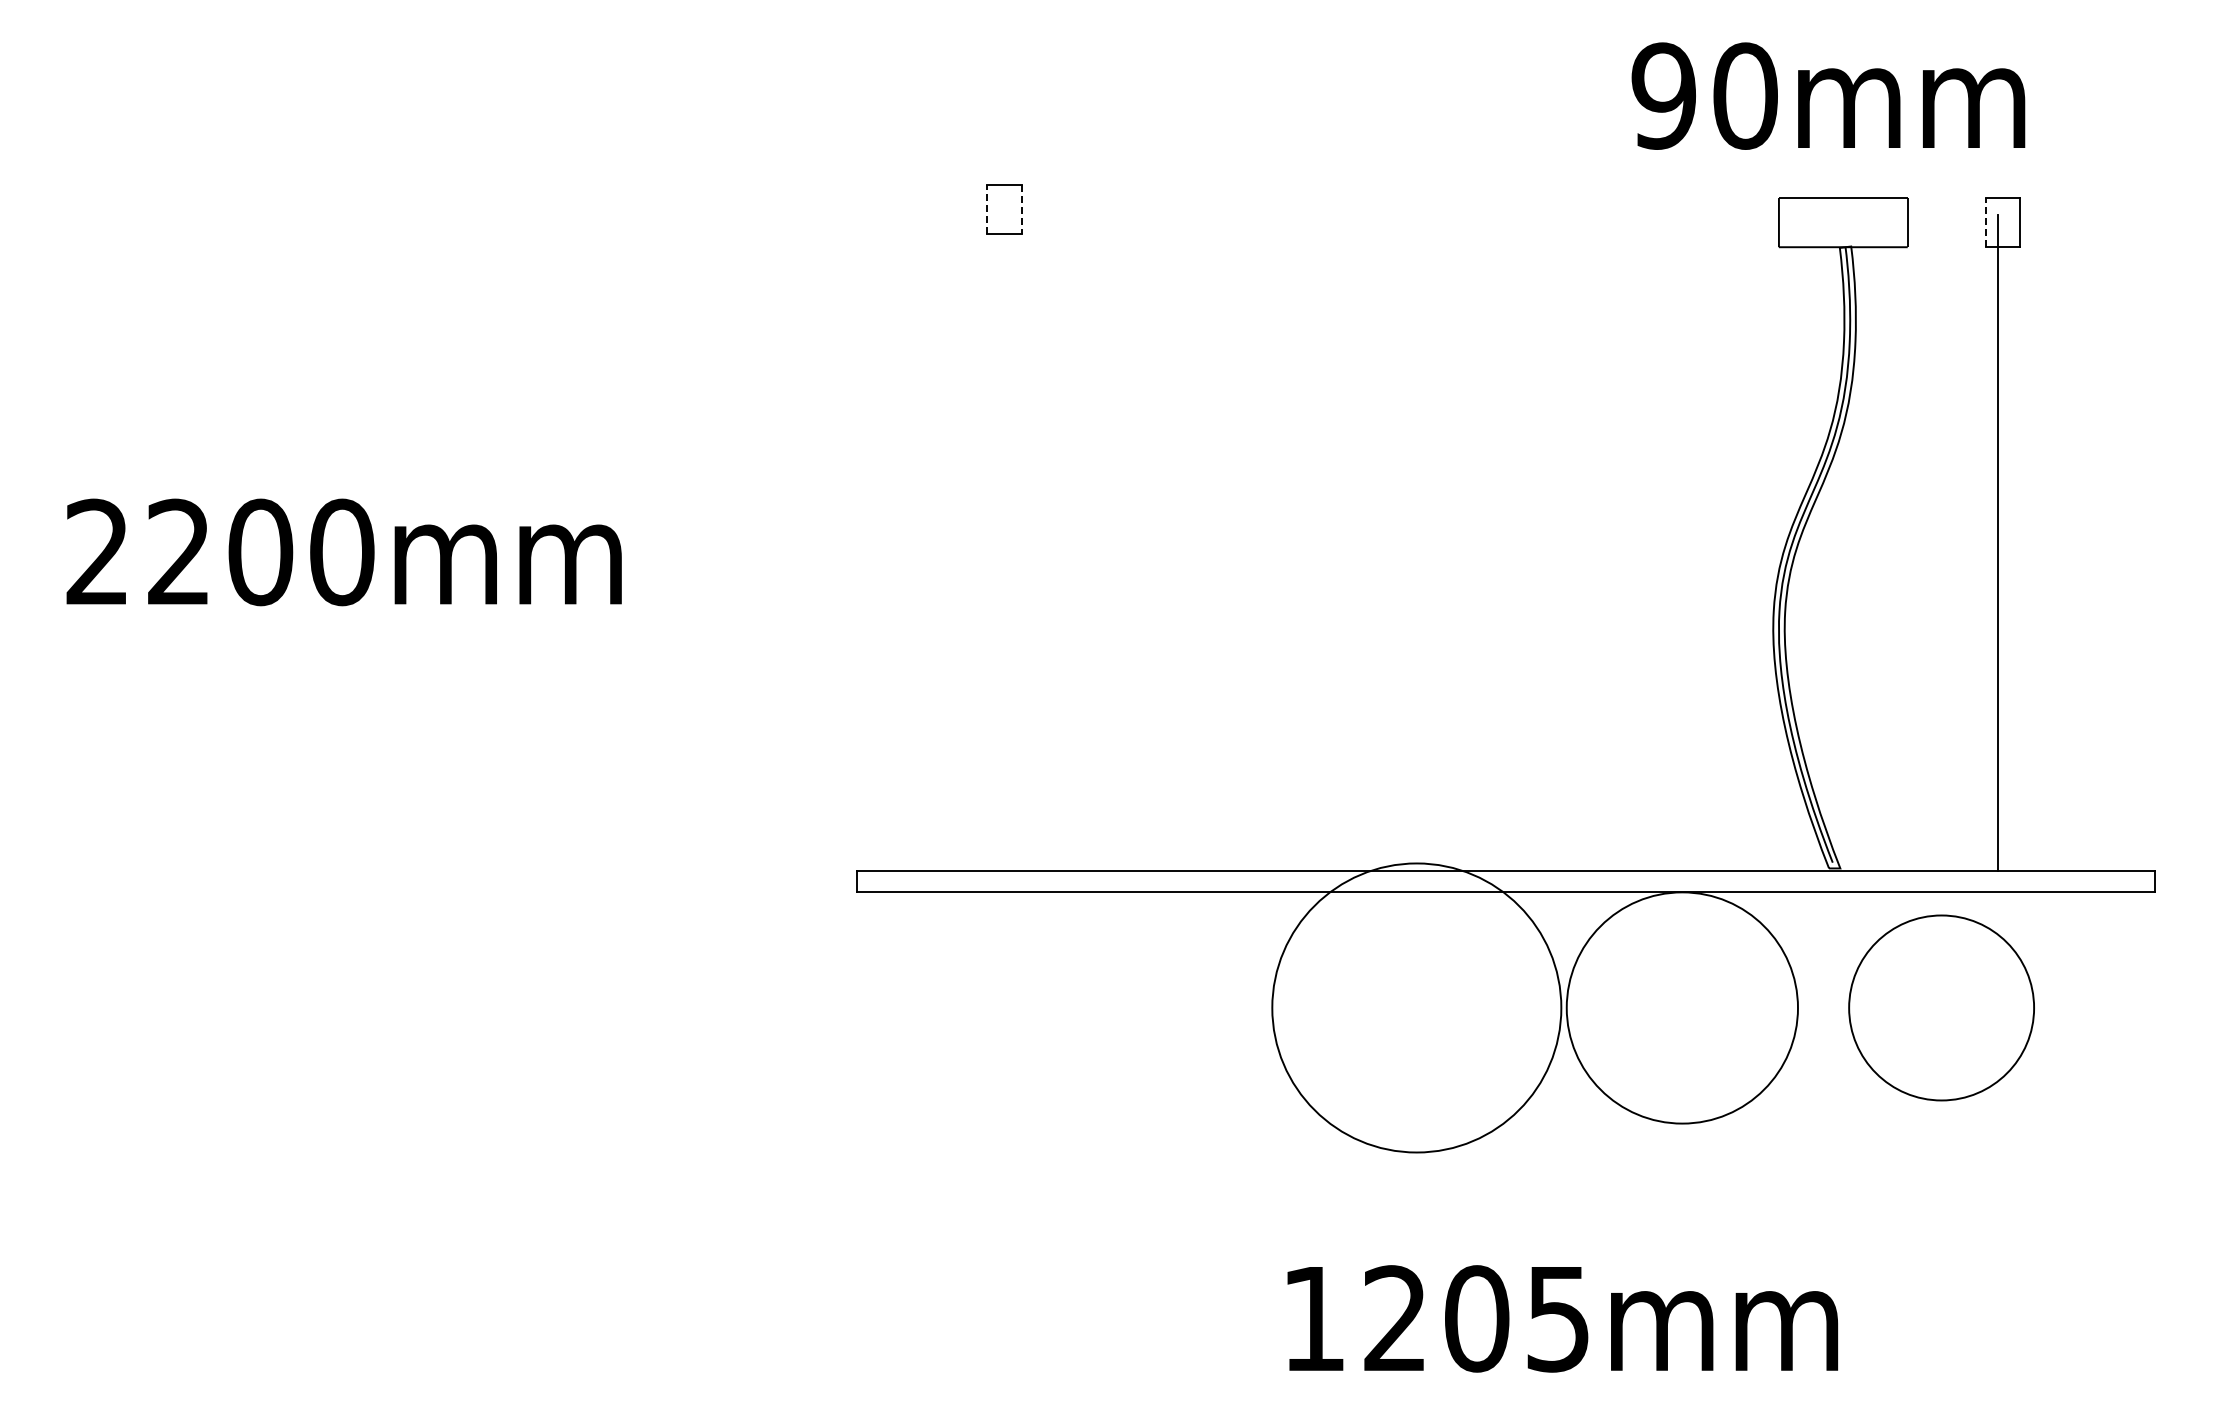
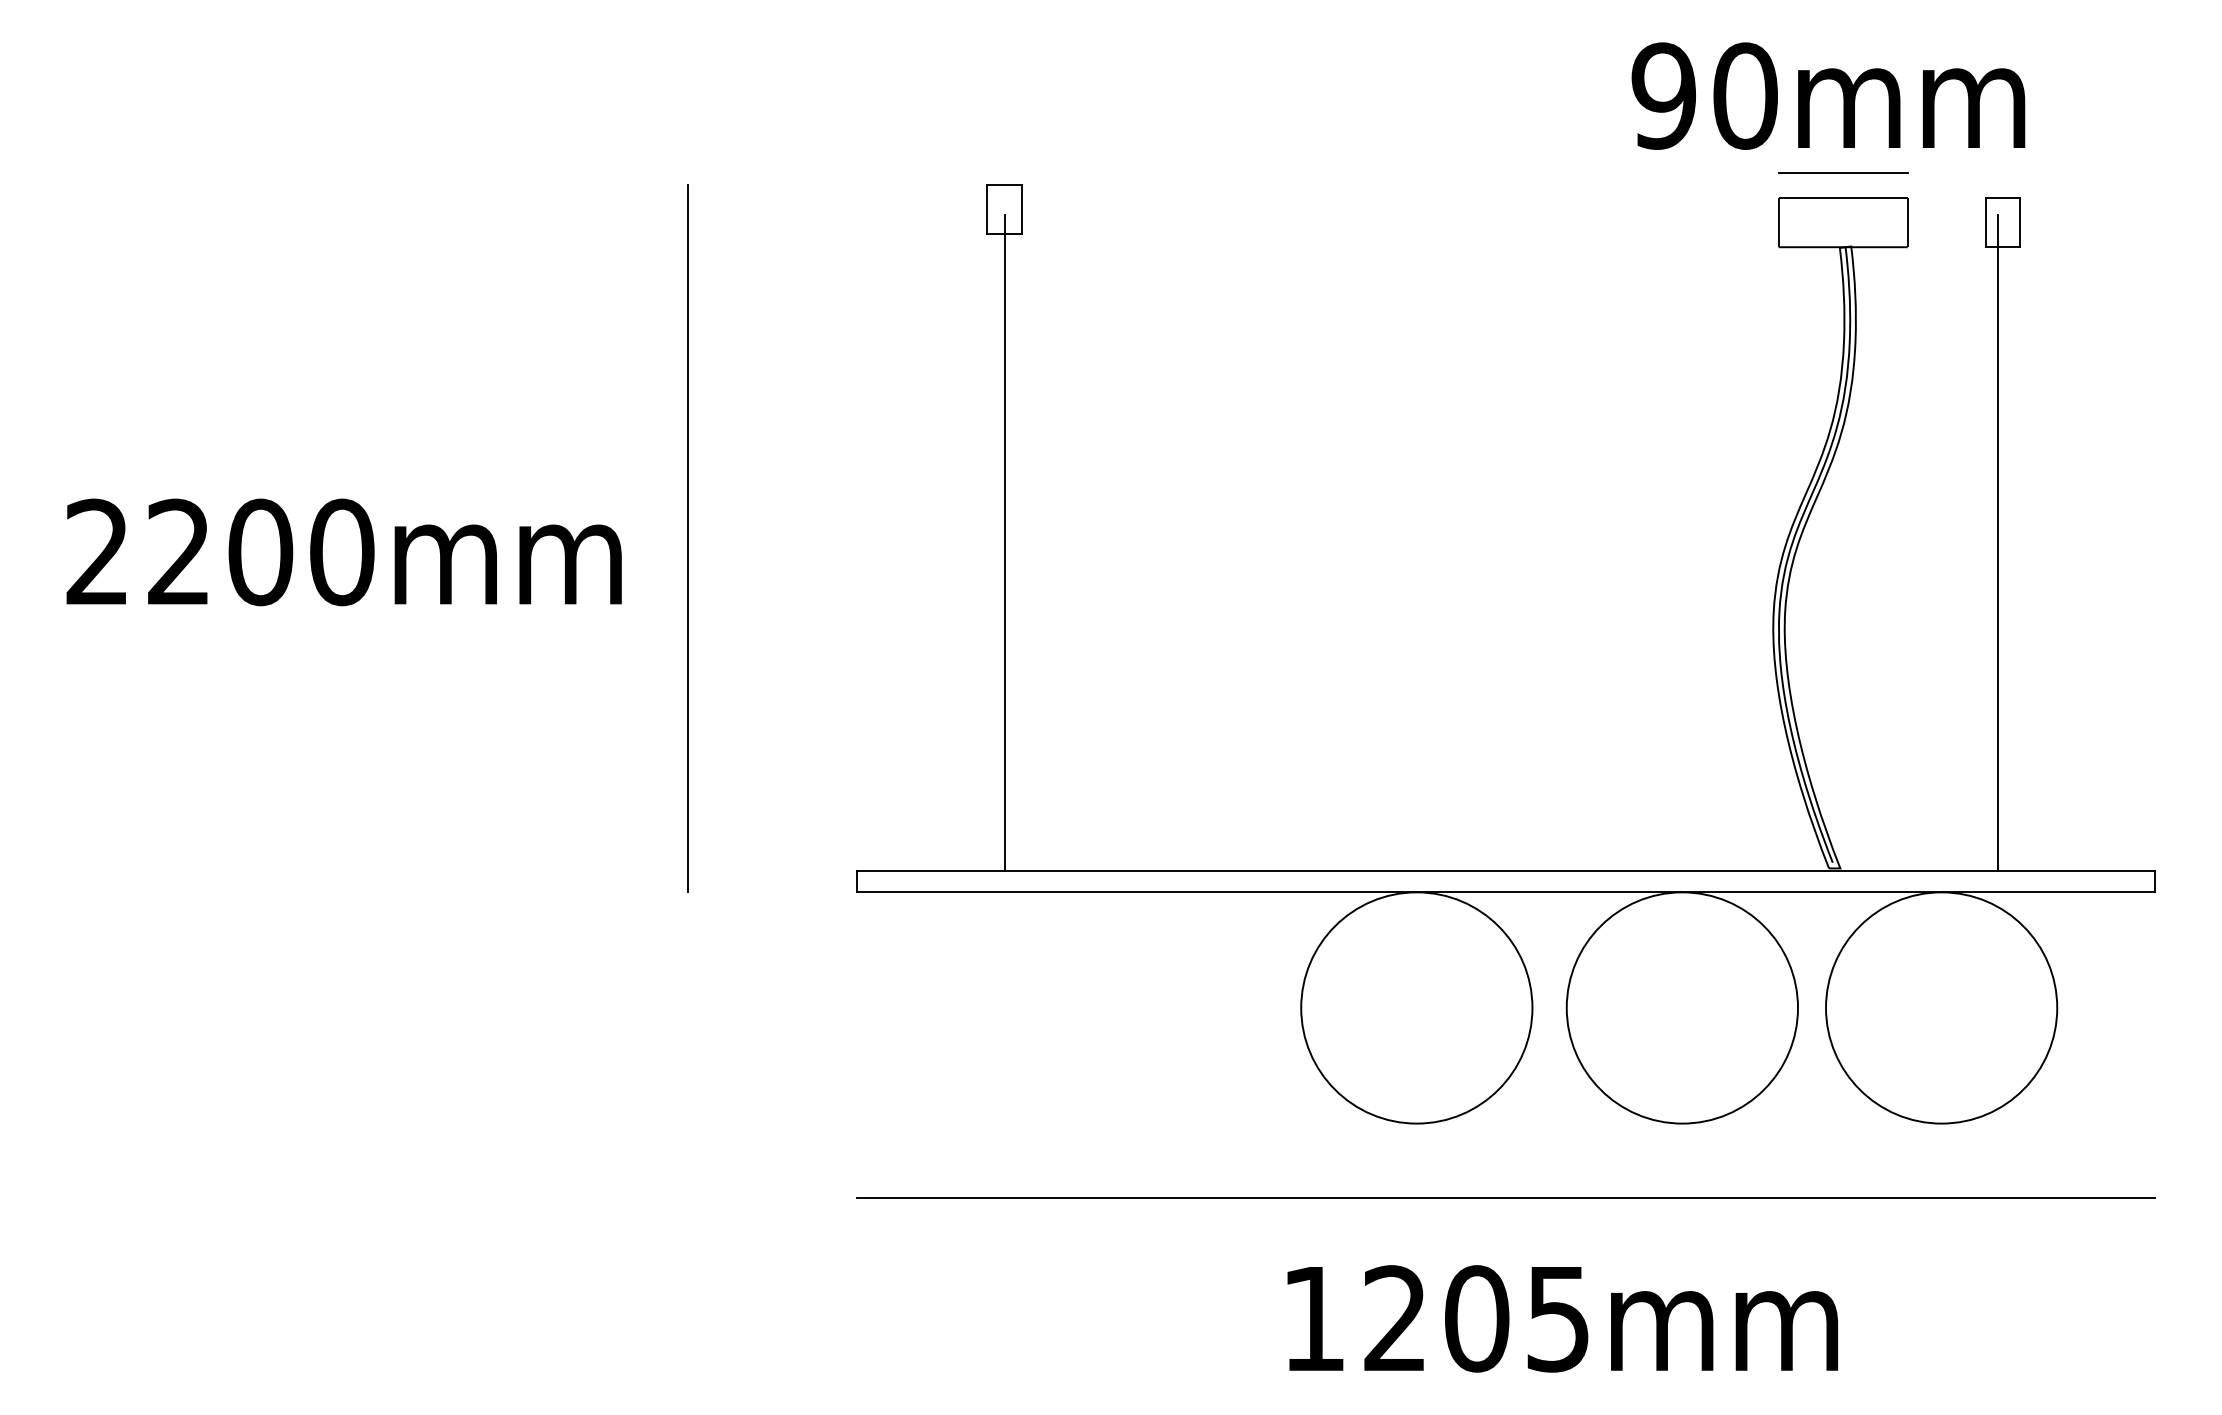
line at (1843, 172): none -> present
line at (987, 209): dashed -> solid
line at (1021, 209): dashed -> solid
line at (1985, 222): dashed -> solid
line at (688, 538): none -> present
line at (1004, 543): none -> present
circle at (1416, 1007) diameter: 289 px -> 231 px
circle at (1941, 1007) diameter: 185 px -> 231 px
line at (1506, 1198): none -> present
